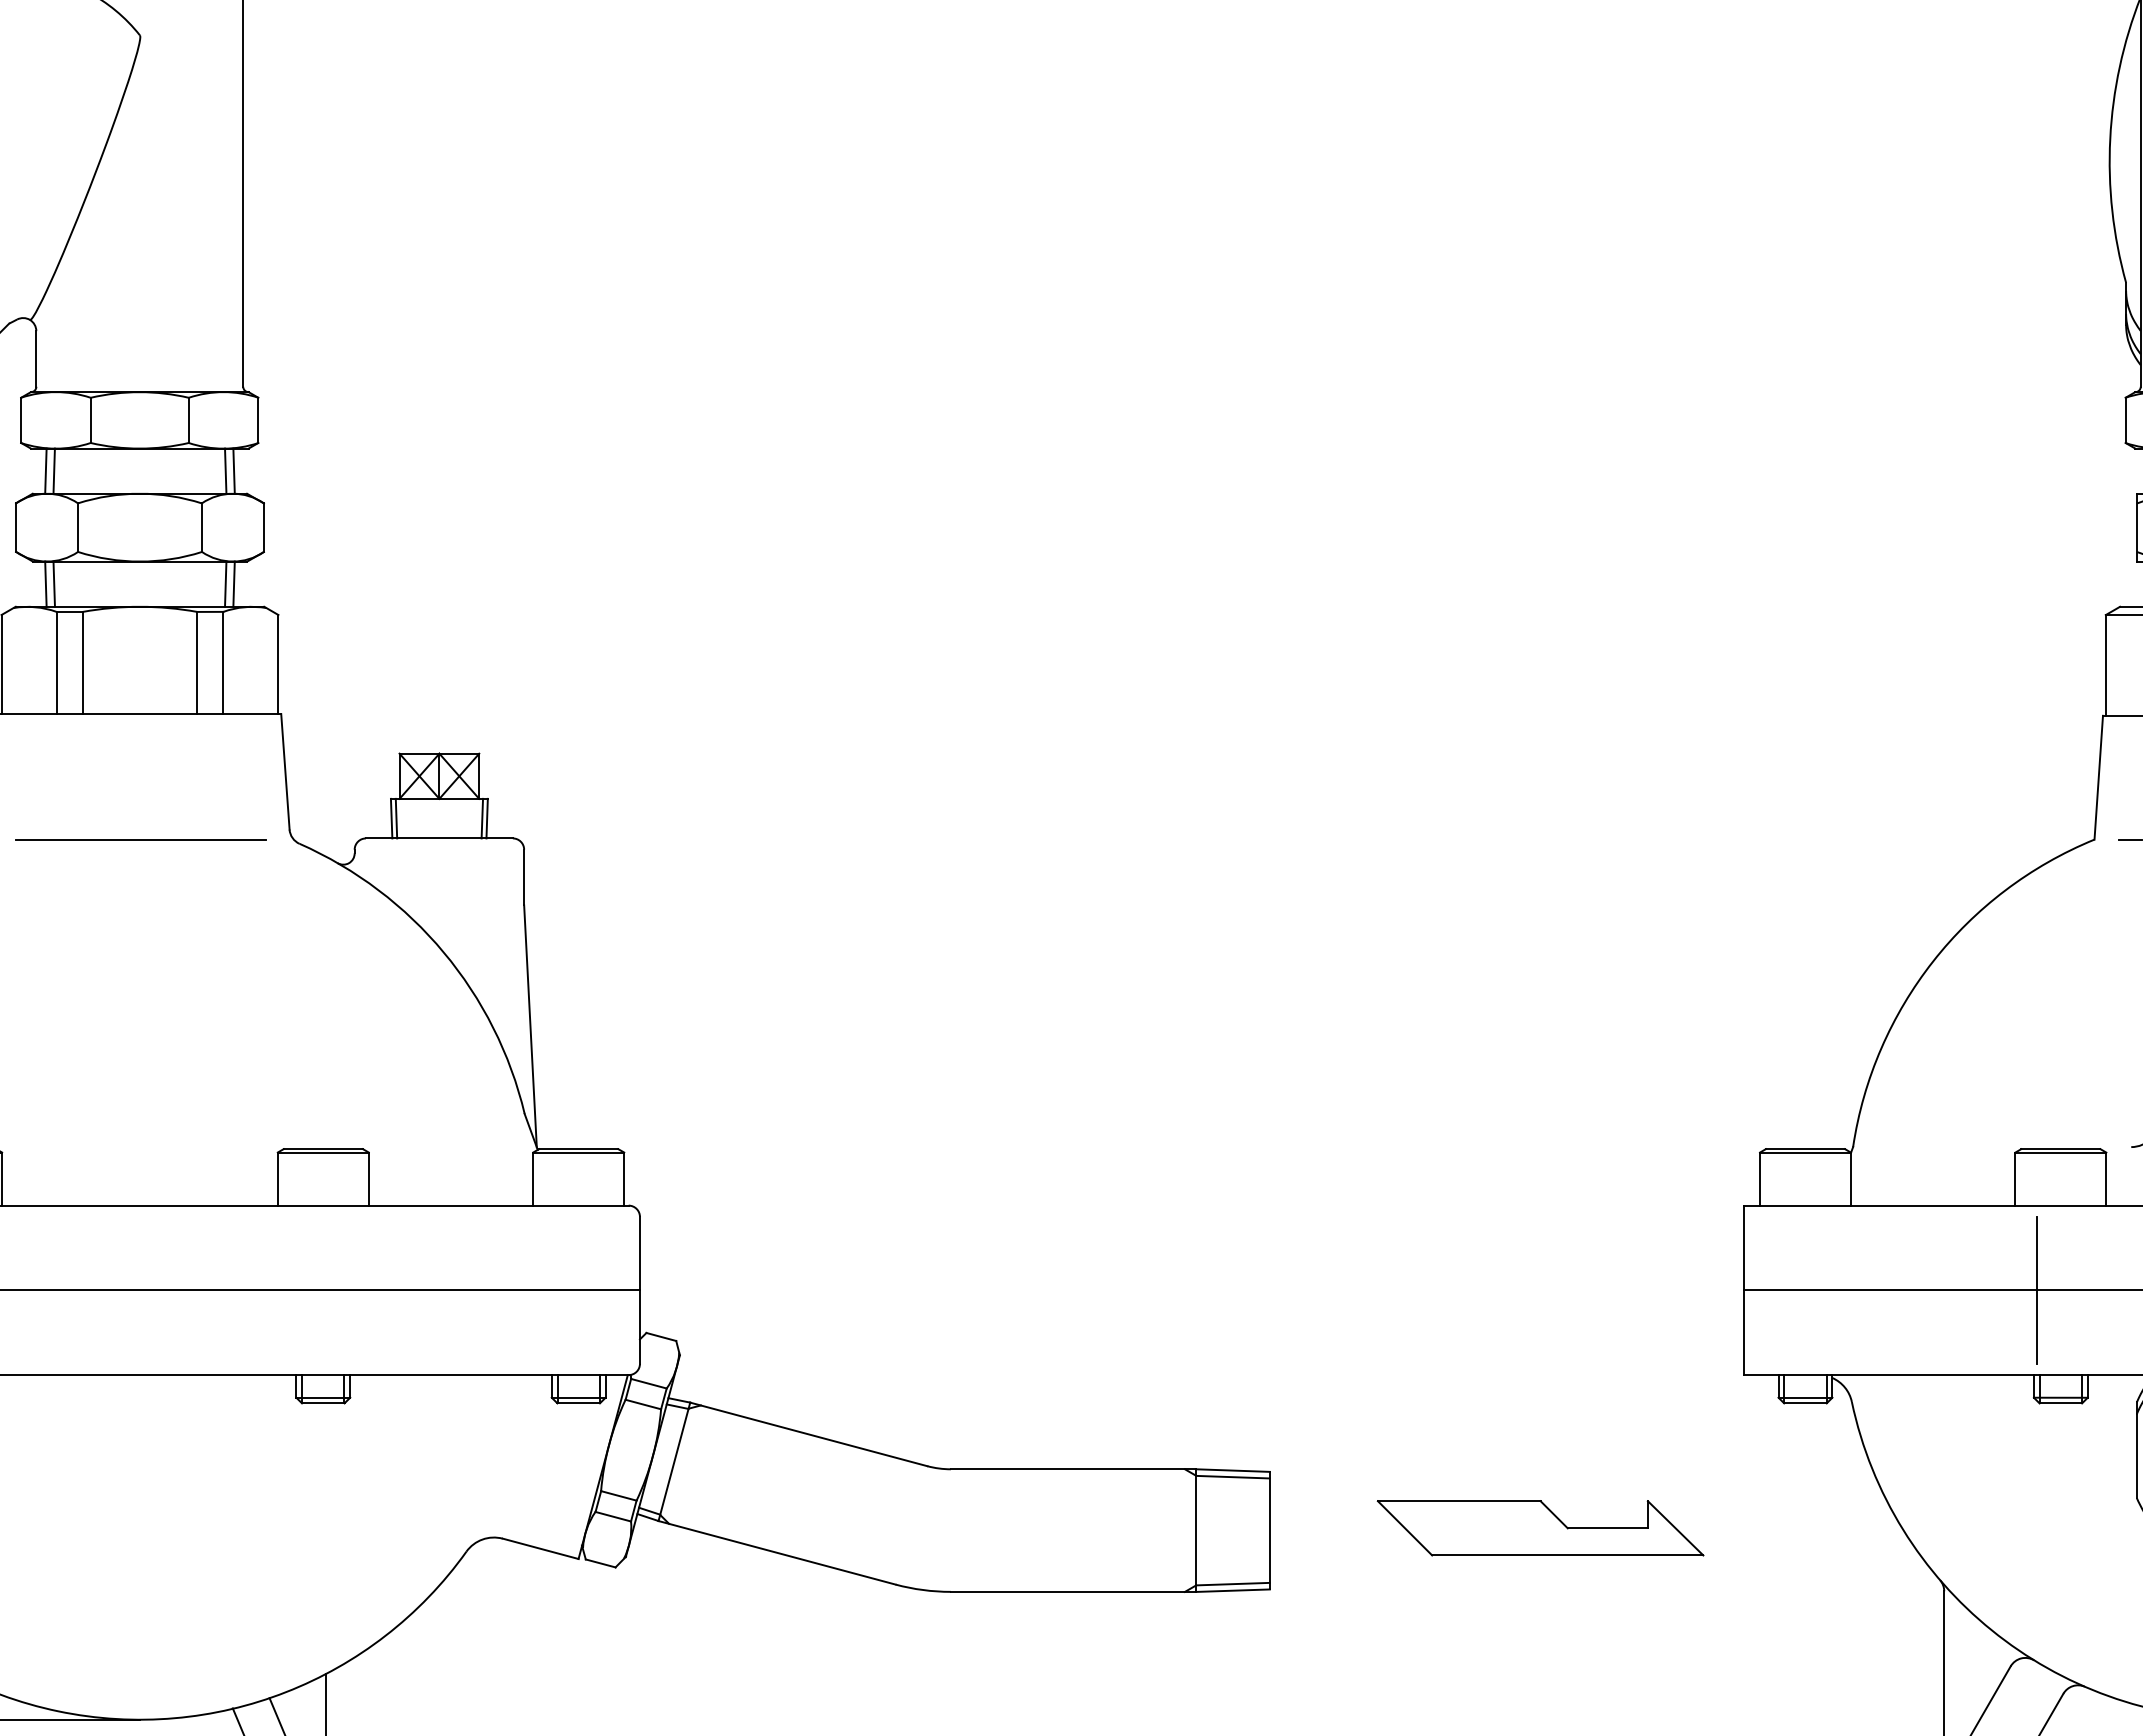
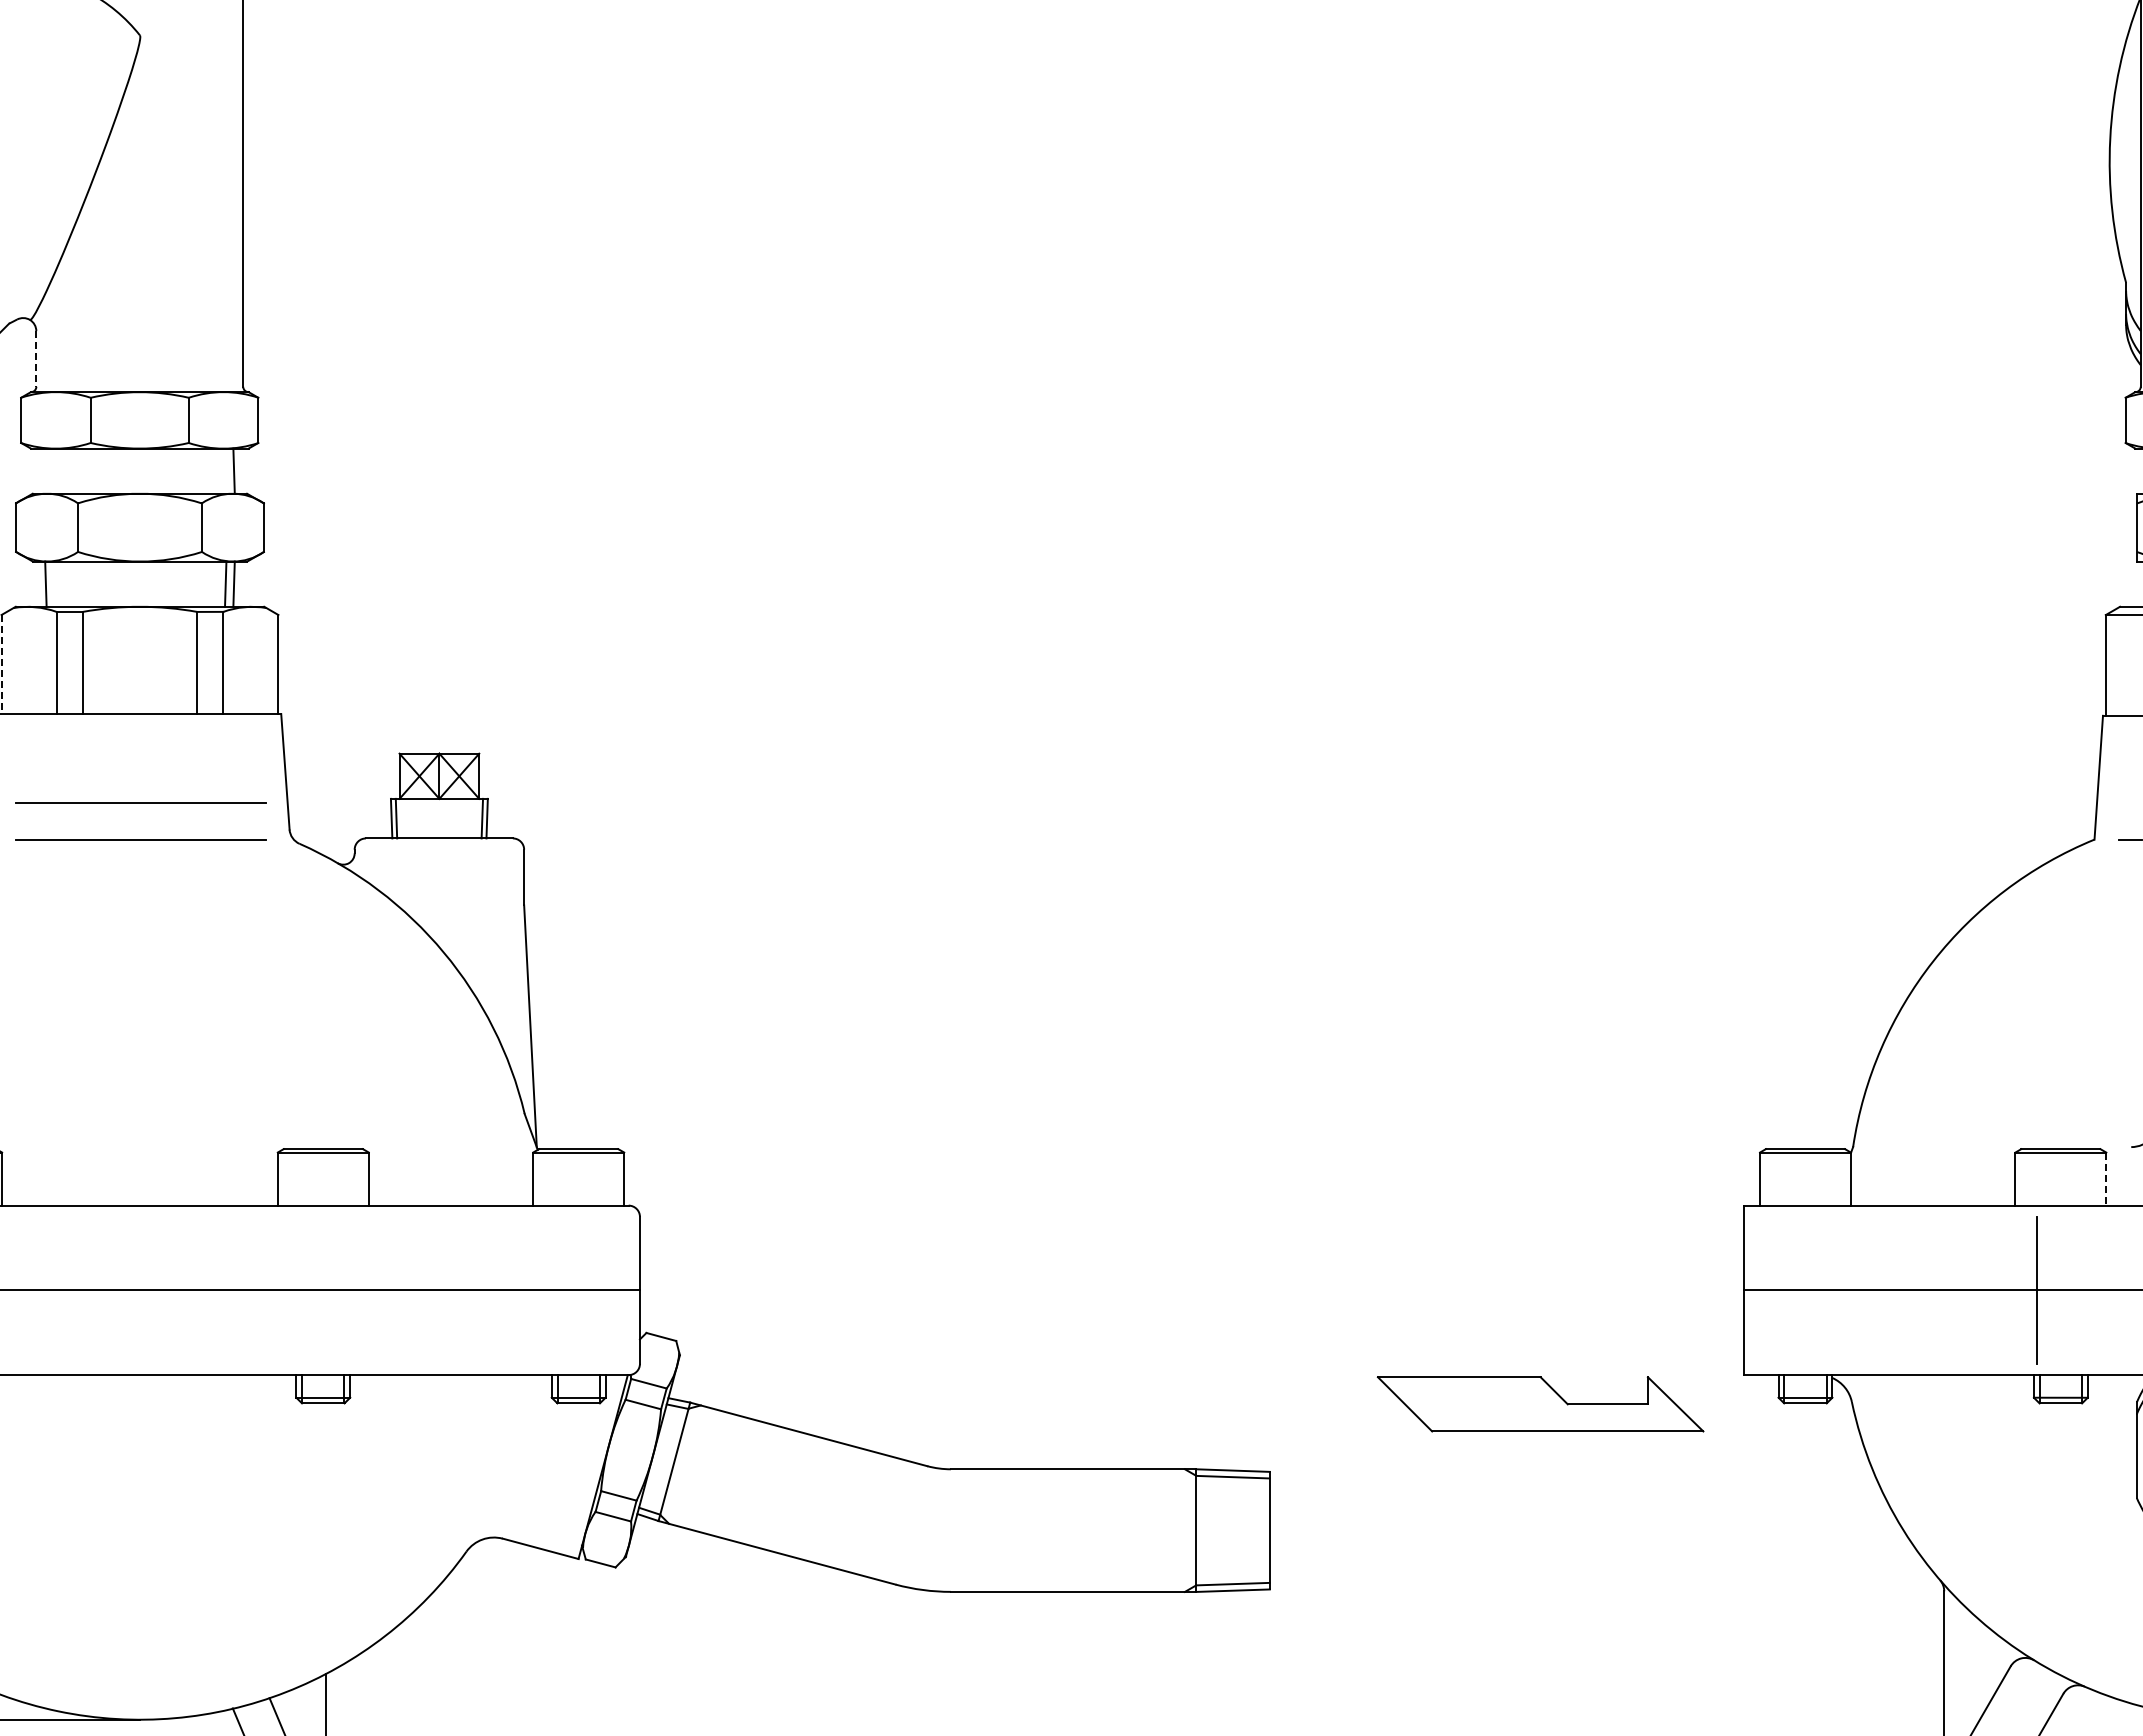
line at (36, 358): solid -> dashed
line at (45, 470): present -> none
line at (53, 470): present -> none
line at (225, 470): present -> none
line at (53, 583): present -> none
line at (1, 664): solid -> dashed
line at (140, 802): none -> present
line at (2106, 1179): solid -> dashed
part at (1540, 1528) position: (1540, 1528) -> (1540, 1404)
